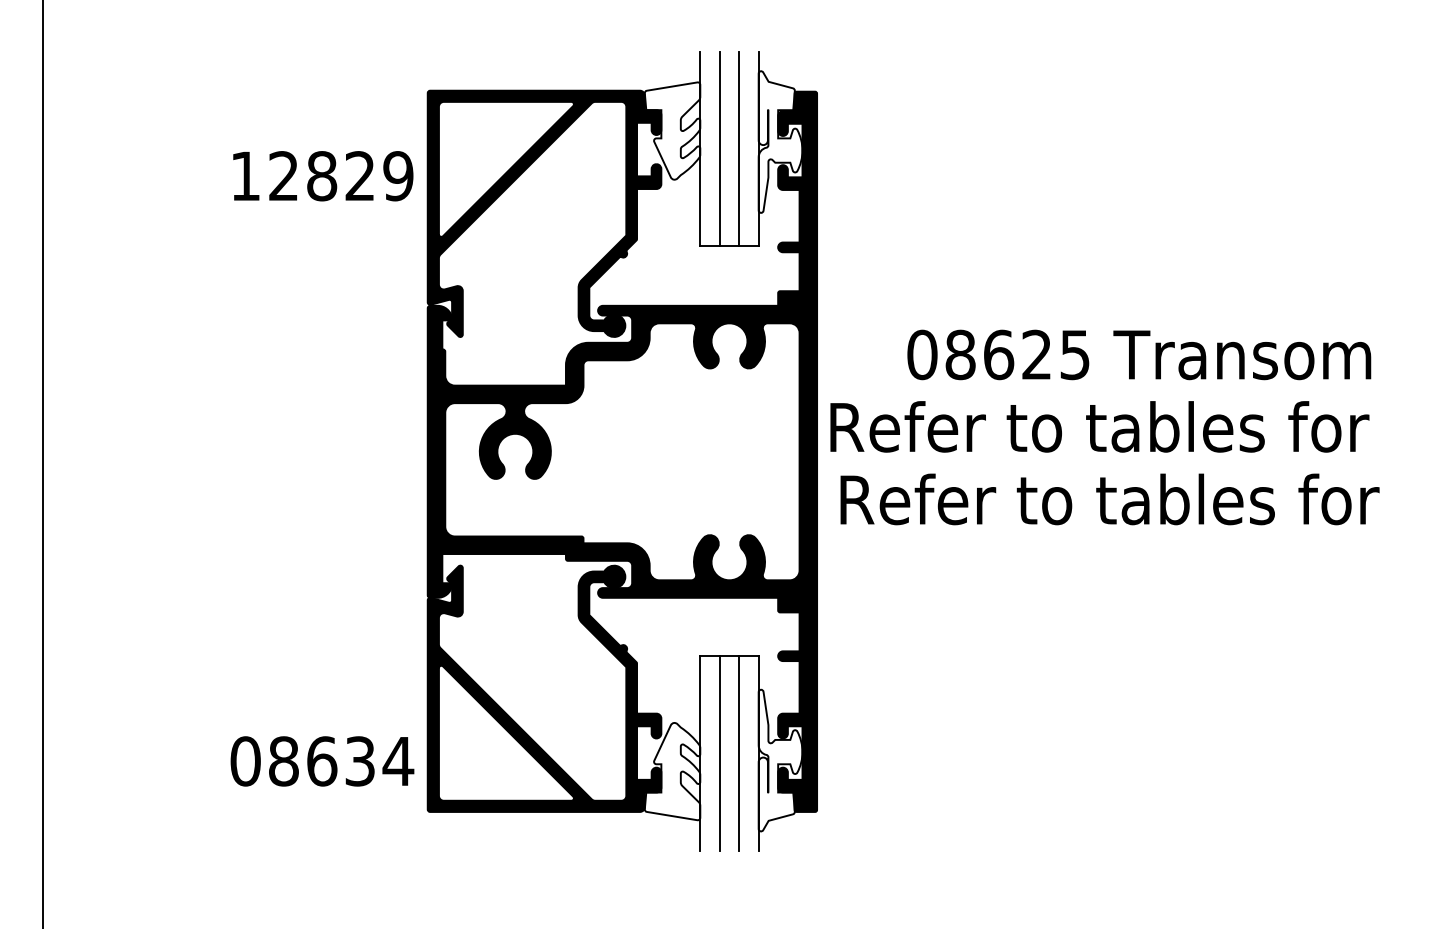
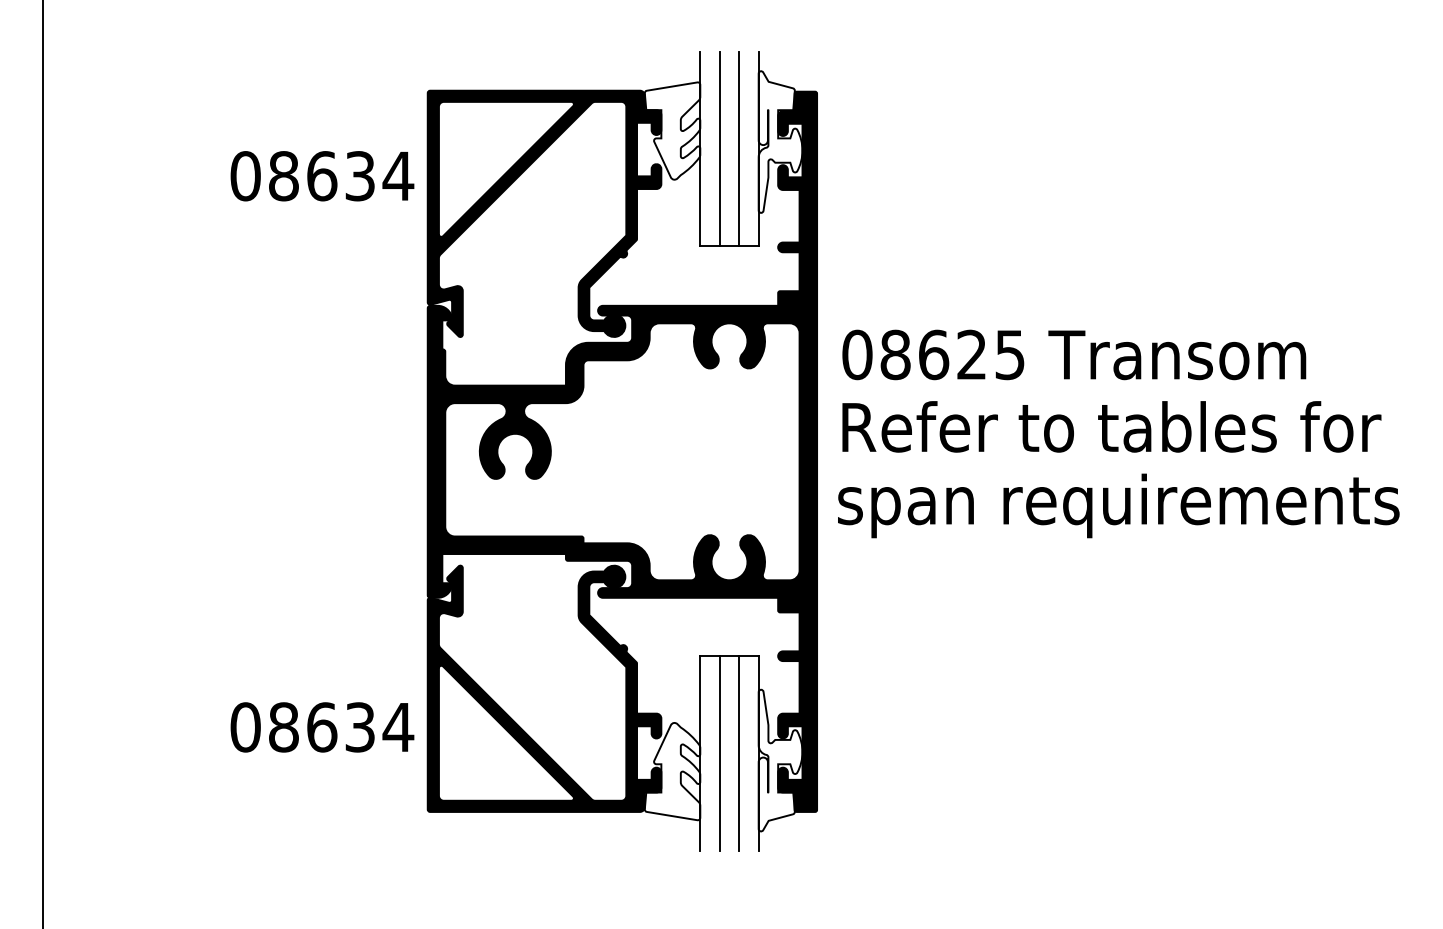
text at (322, 176): 12829 -> 08634
text at (1139, 354) position: (1139, 354) -> (1074, 354)
text at (1099, 426) position: (1099, 426) -> (1111, 426)
text at (1118, 505): Refer to tables for -> span requirements
text at (322, 761) position: (322, 761) -> (322, 727)
